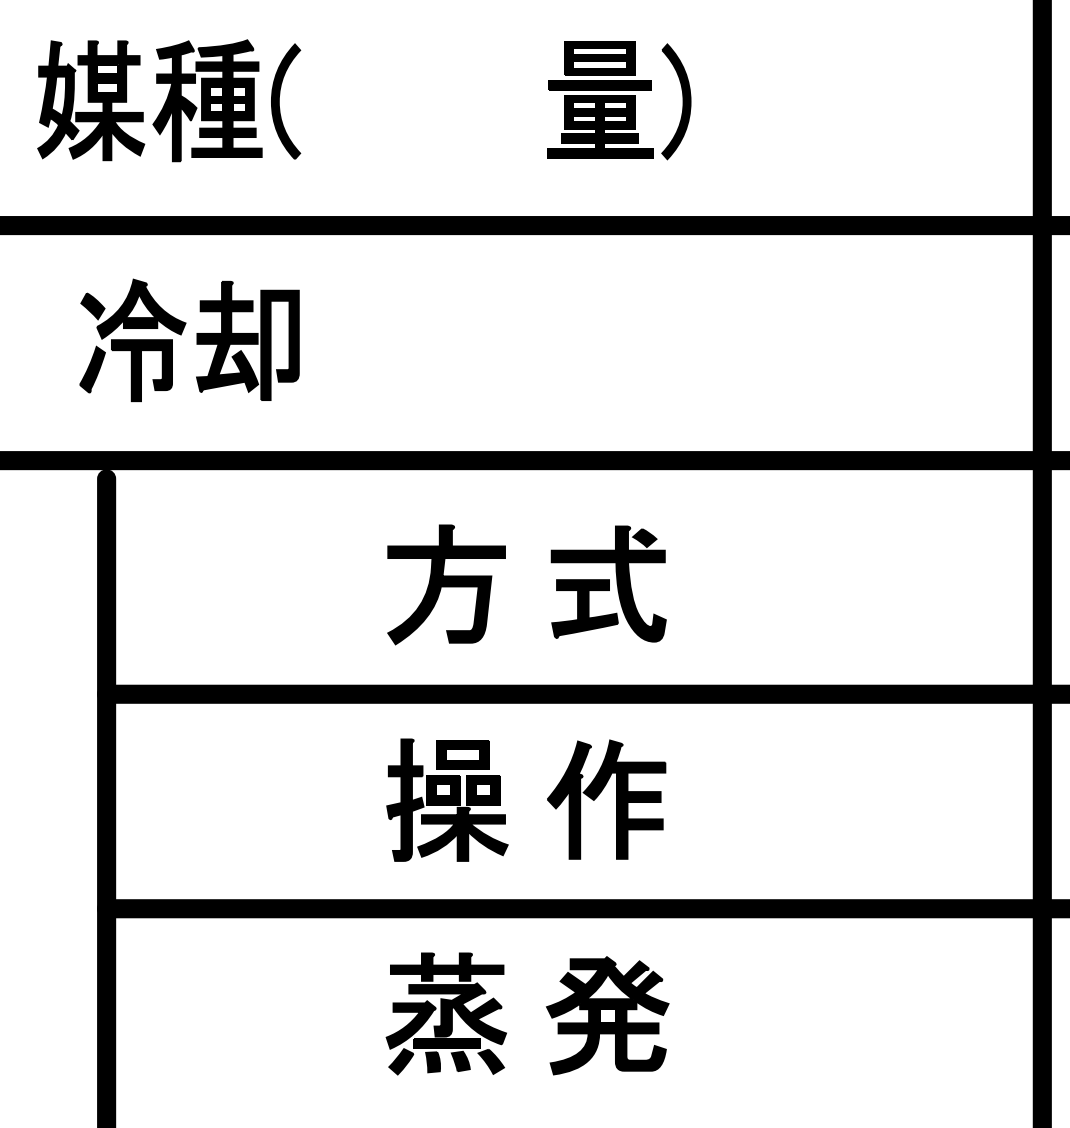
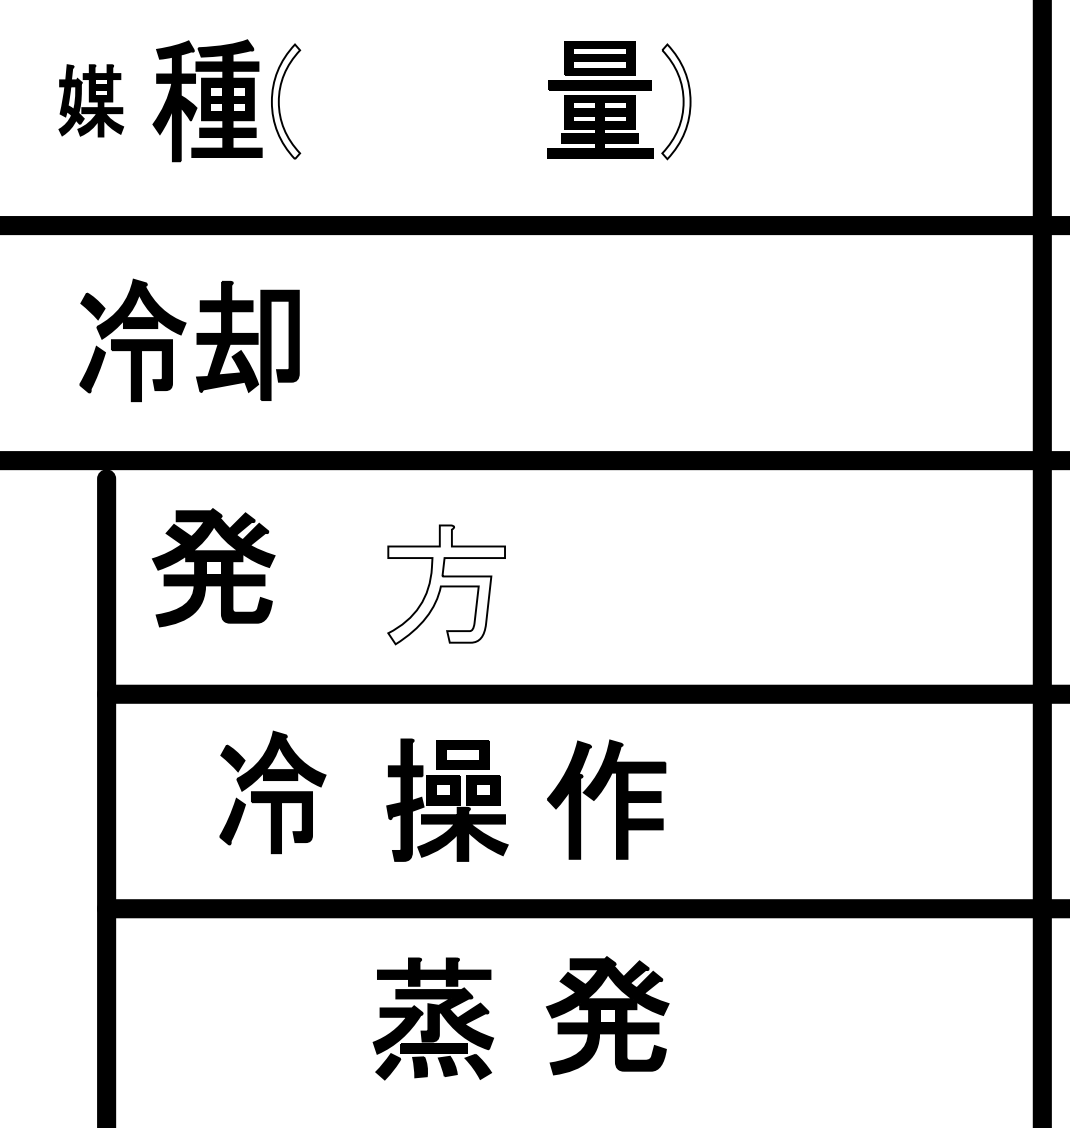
part at (91, 100) size: 109x122 px -> 67x74 px
fill at (285, 101): present -> none
fill at (676, 101): present -> none
part at (213, 567): none -> present
part at (608, 583): present -> none
fill at (446, 584): present -> none
part at (272, 792): none -> present
part at (445, 1013) position: (445, 1013) -> (432, 1018)
